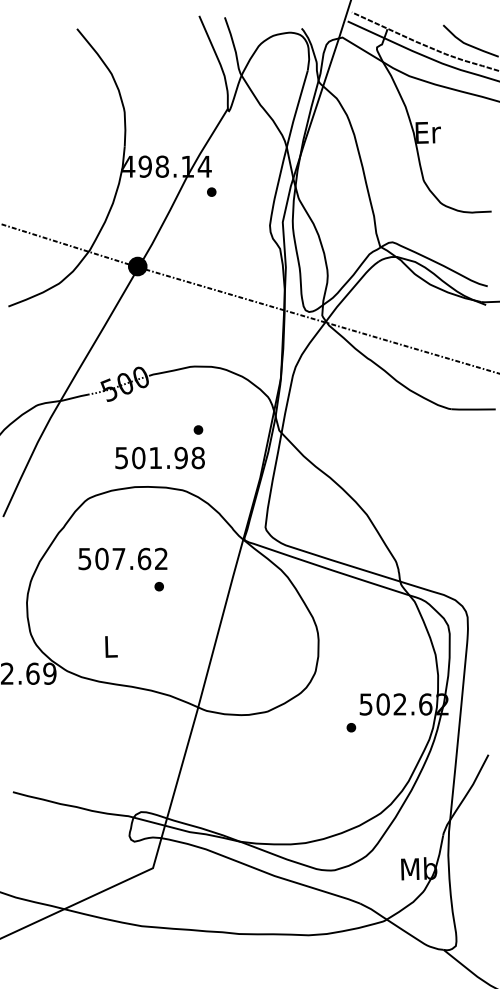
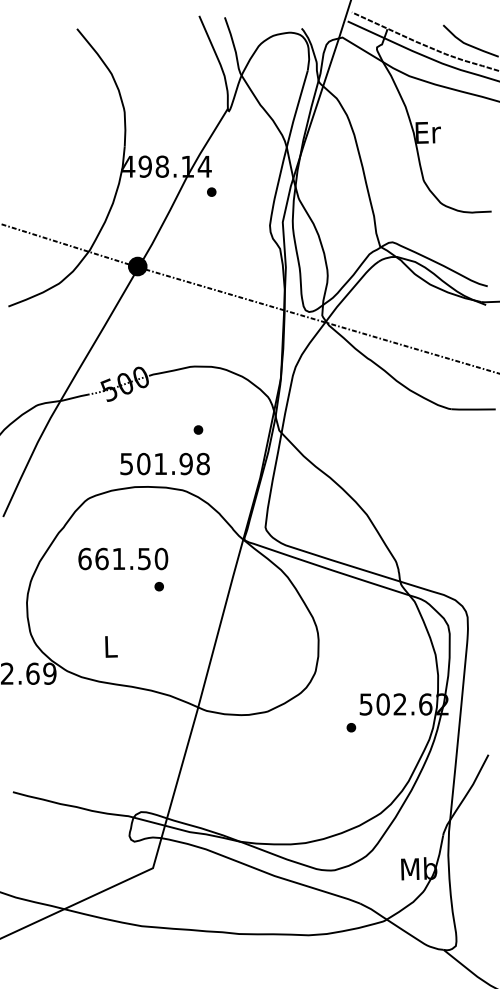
text at (159, 457) position: (159, 457) -> (164, 463)
text at (123, 558): 507.62 -> 661.50
